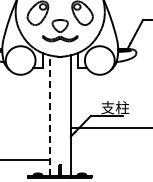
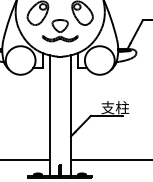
line at (49, 114): dashed -> solid
line at (109, 127) position: (109, 127) -> (109, 159)
